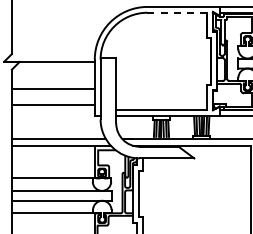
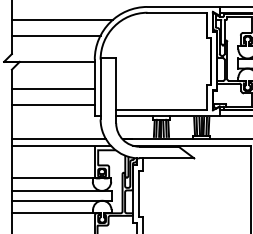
line at (177, 12): dashed -> solid
line at (61, 20): none -> present
line at (55, 35): none -> present
